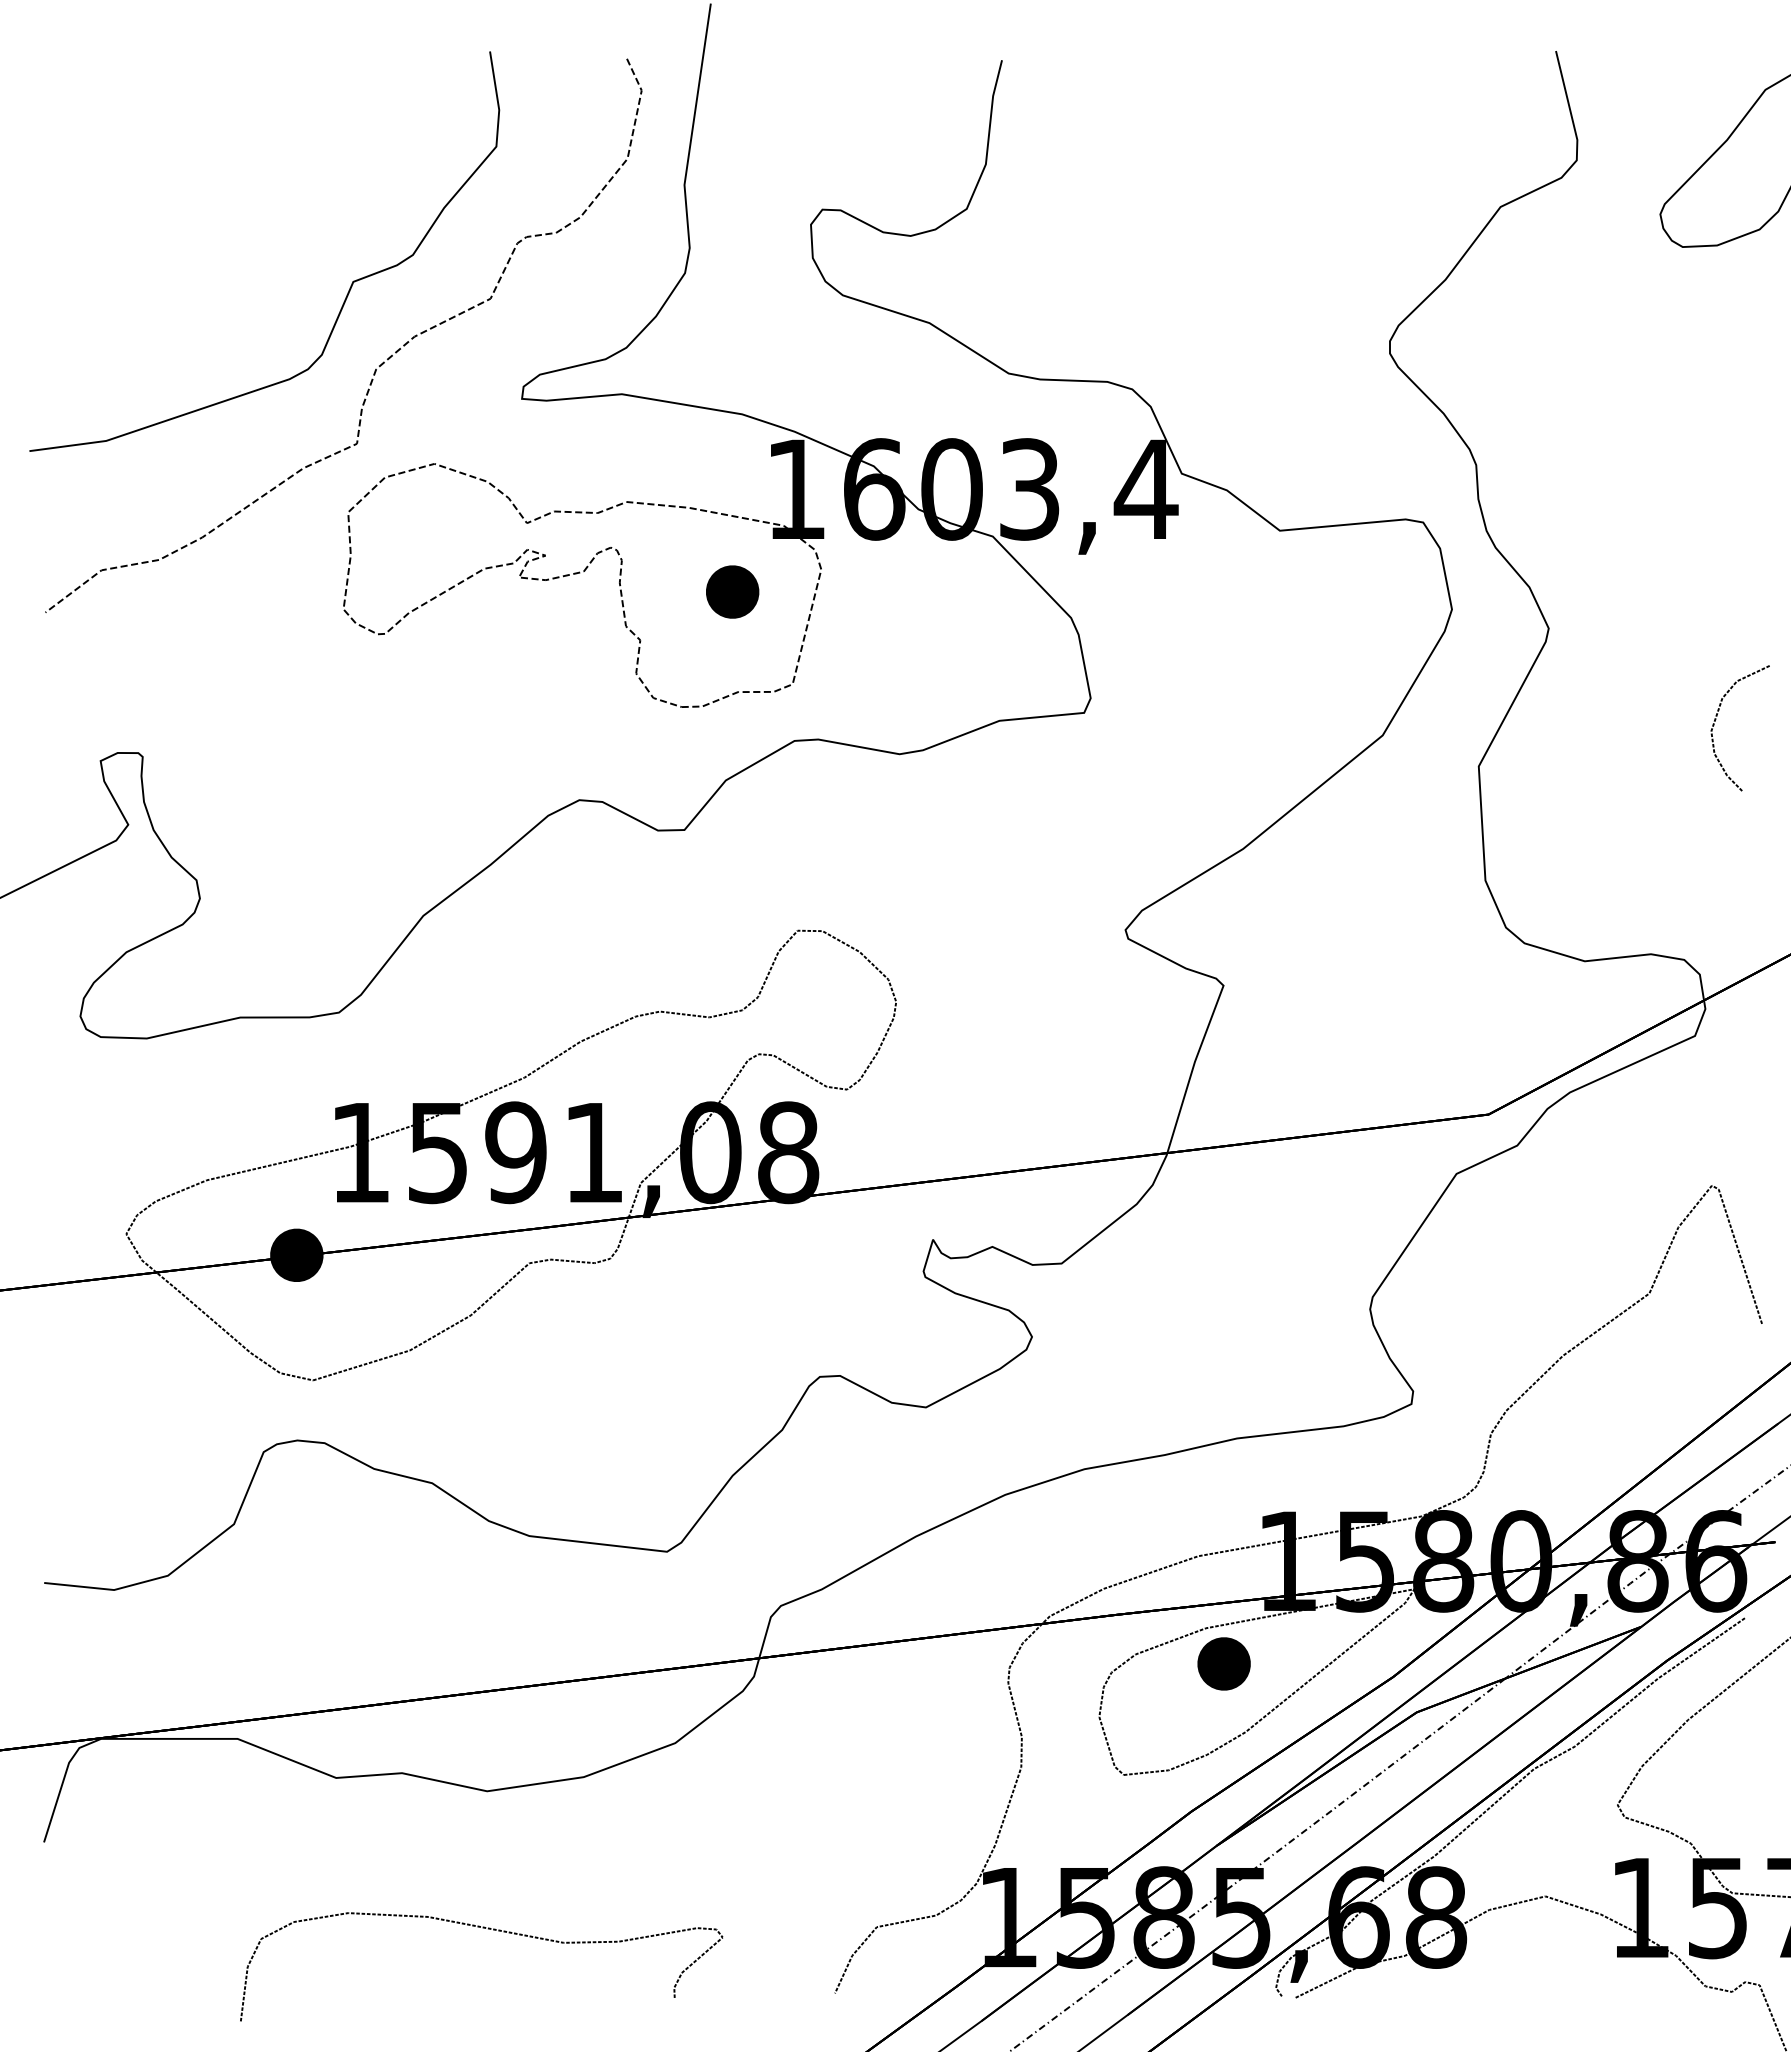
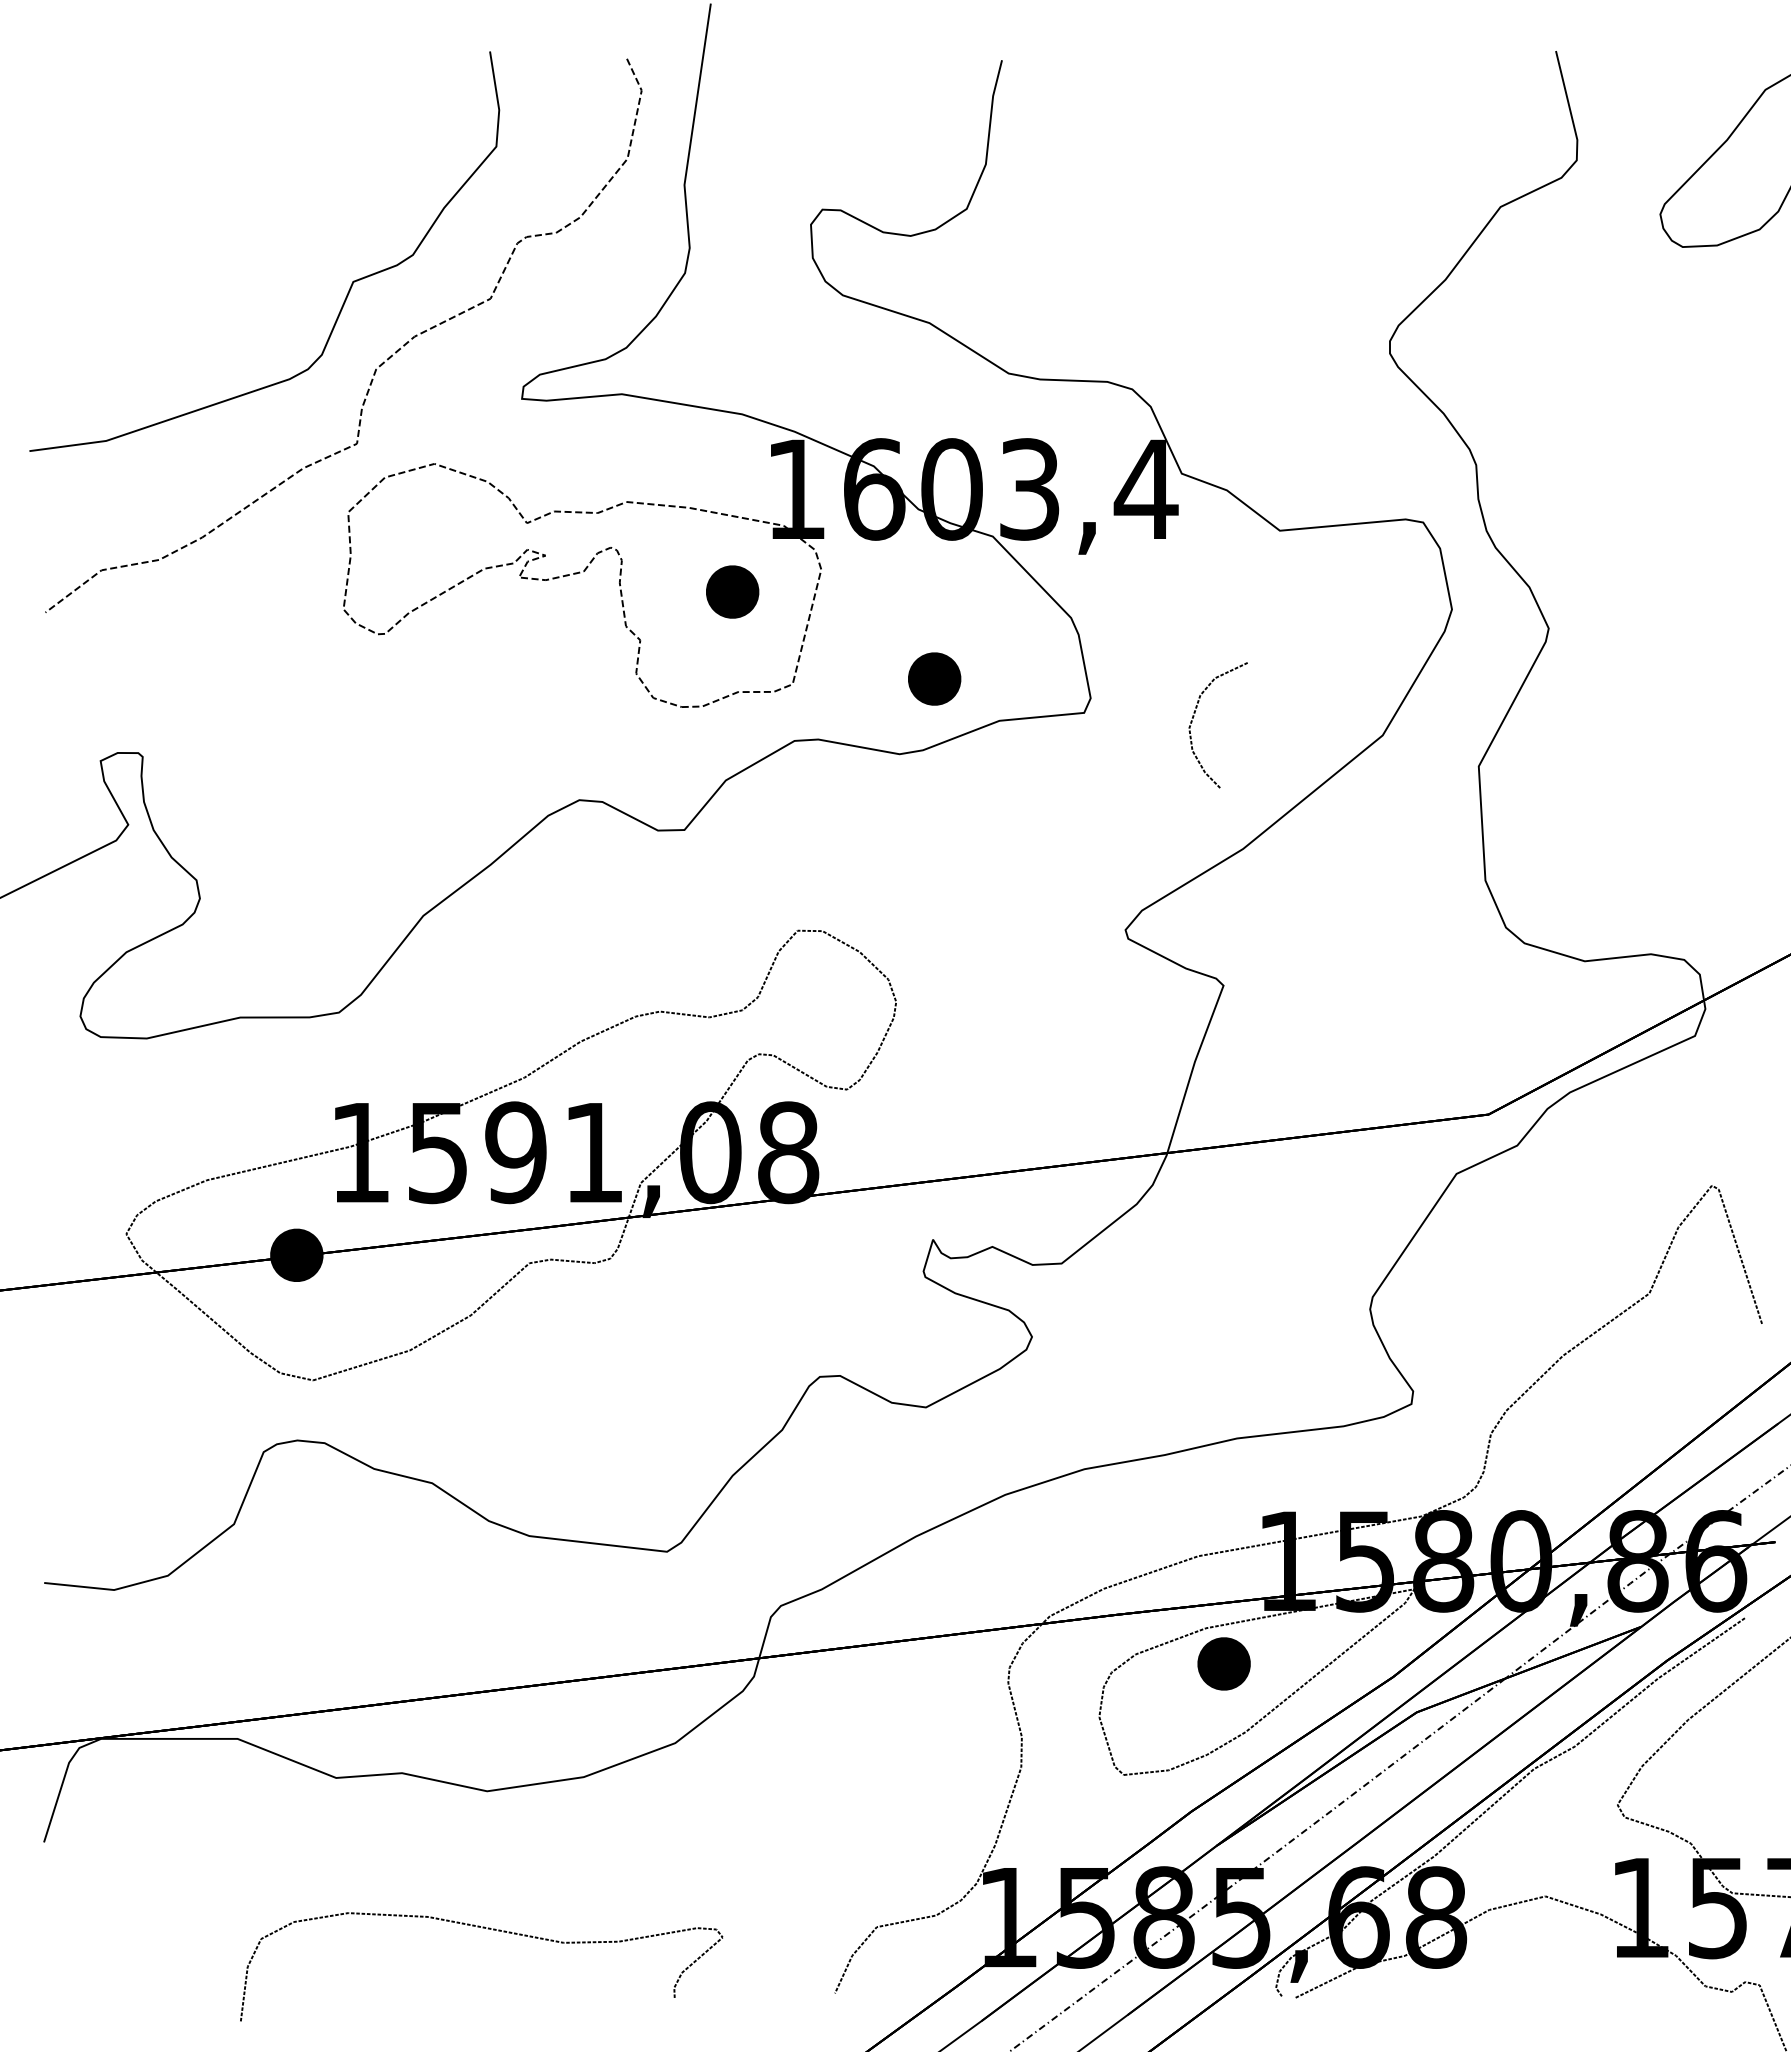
part at (934, 678): none -> present
curve at (1716, 719) position: (1716, 719) -> (1194, 716)
